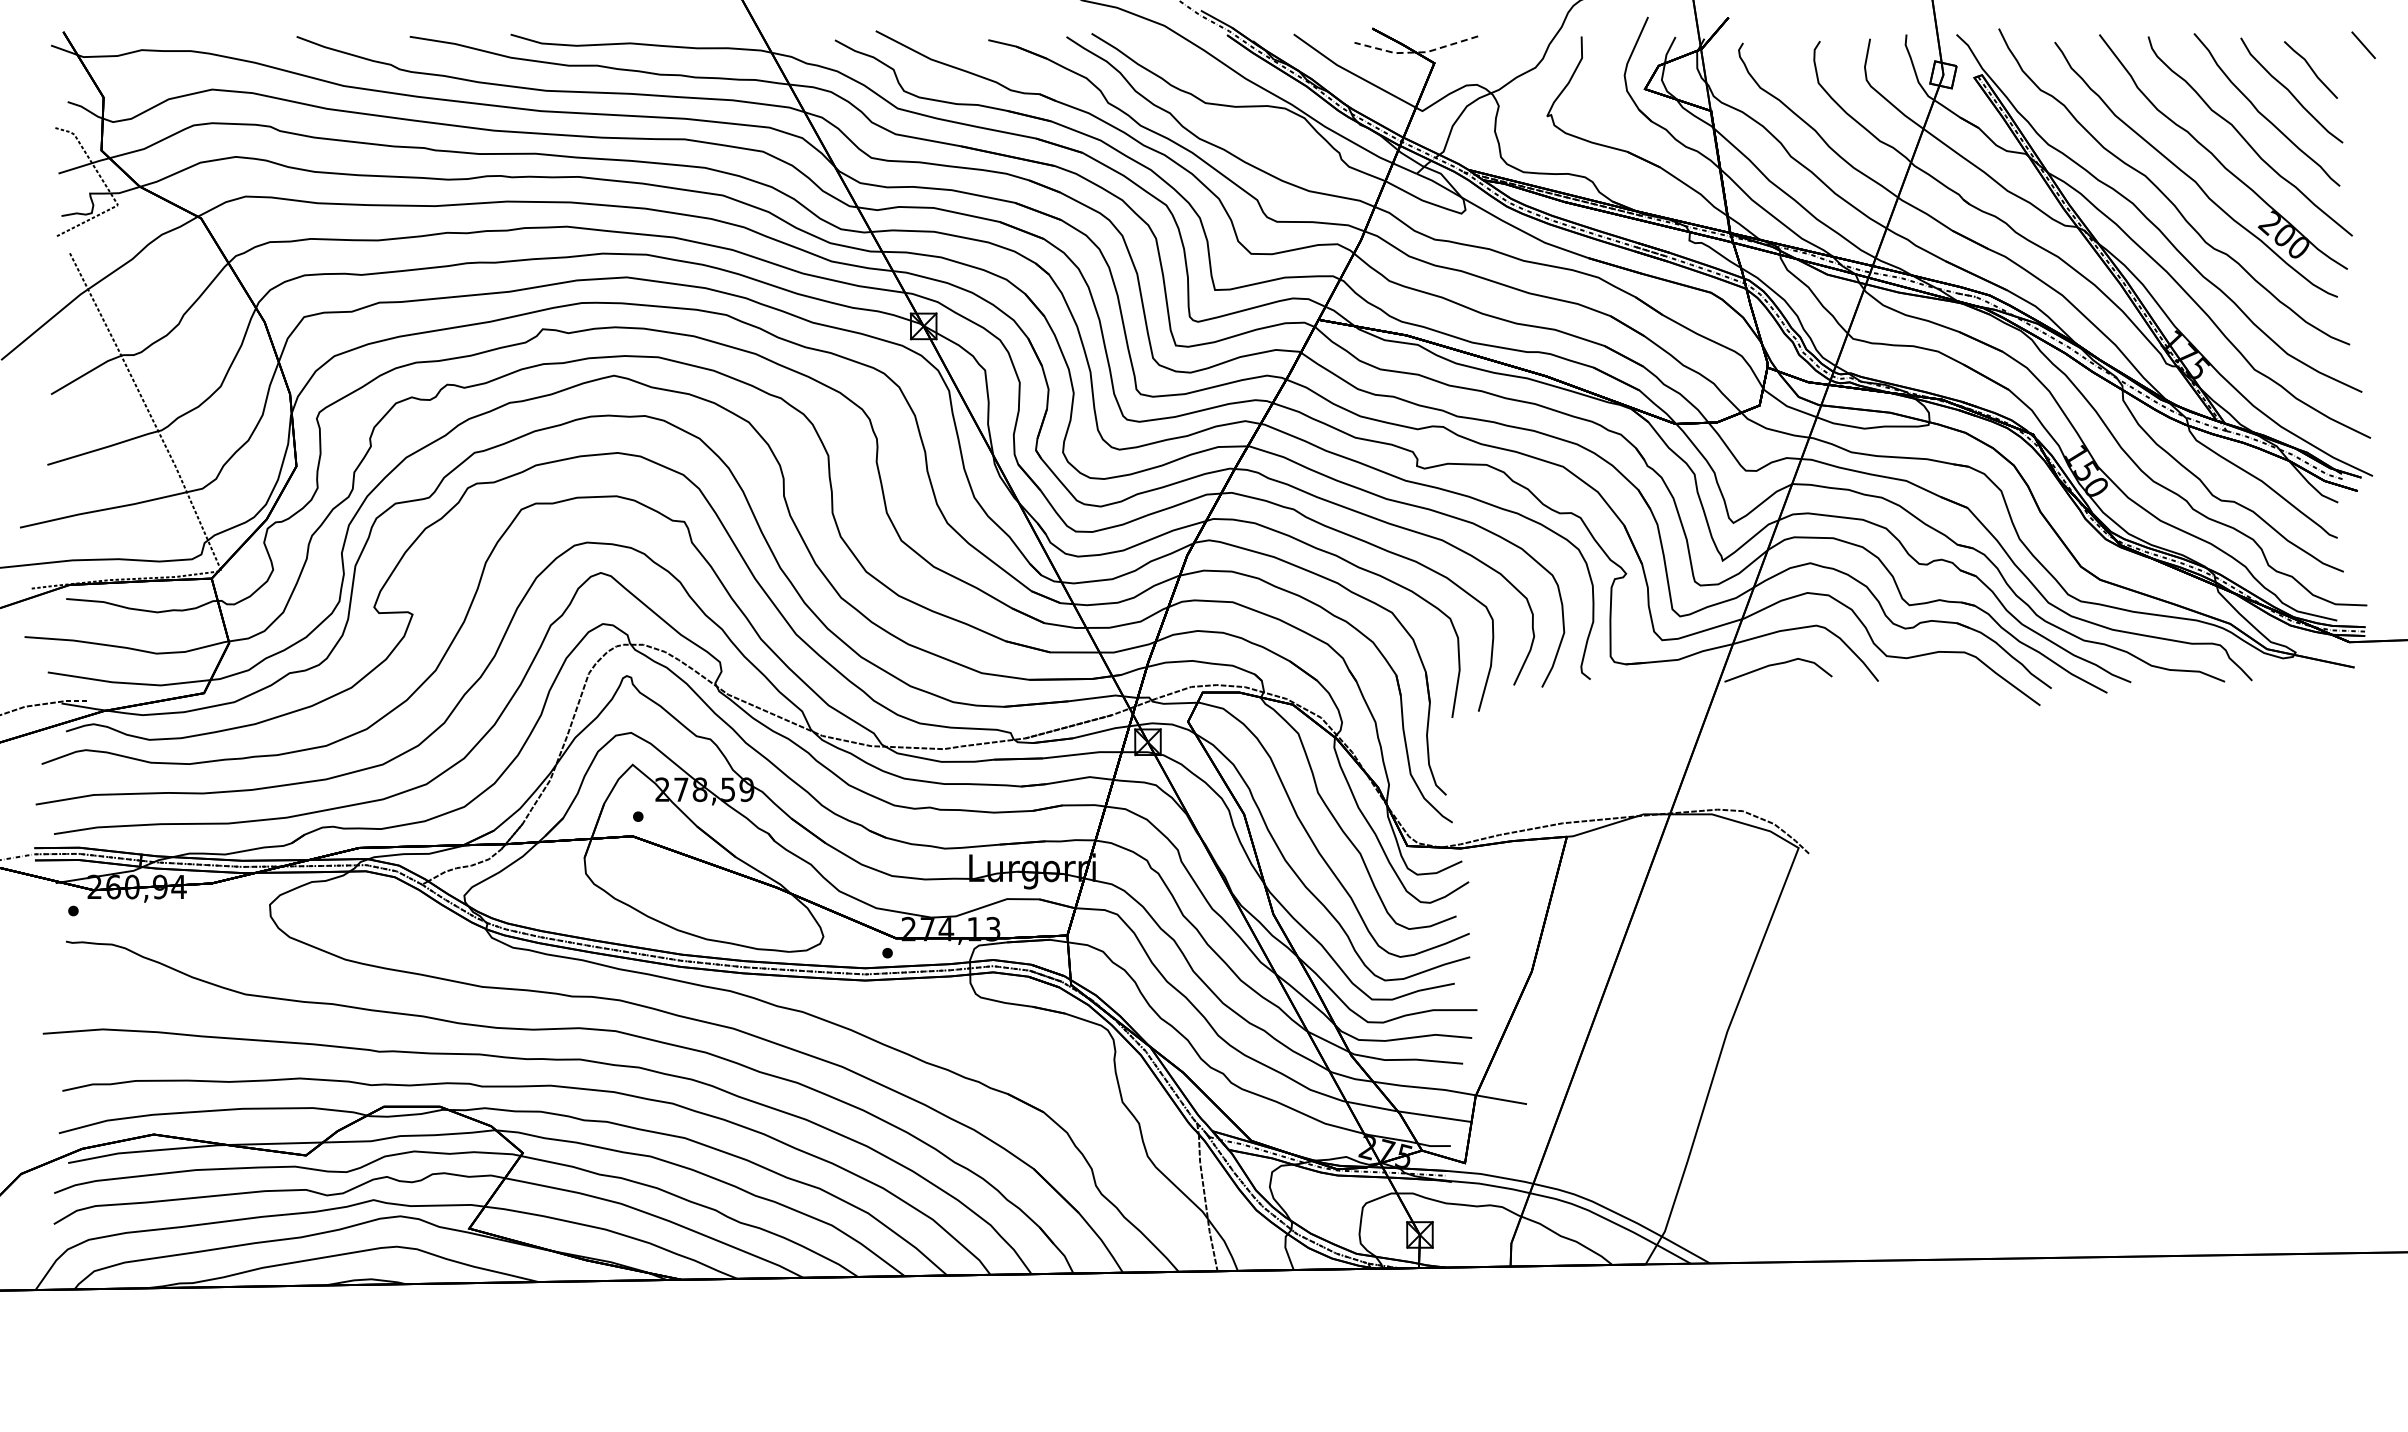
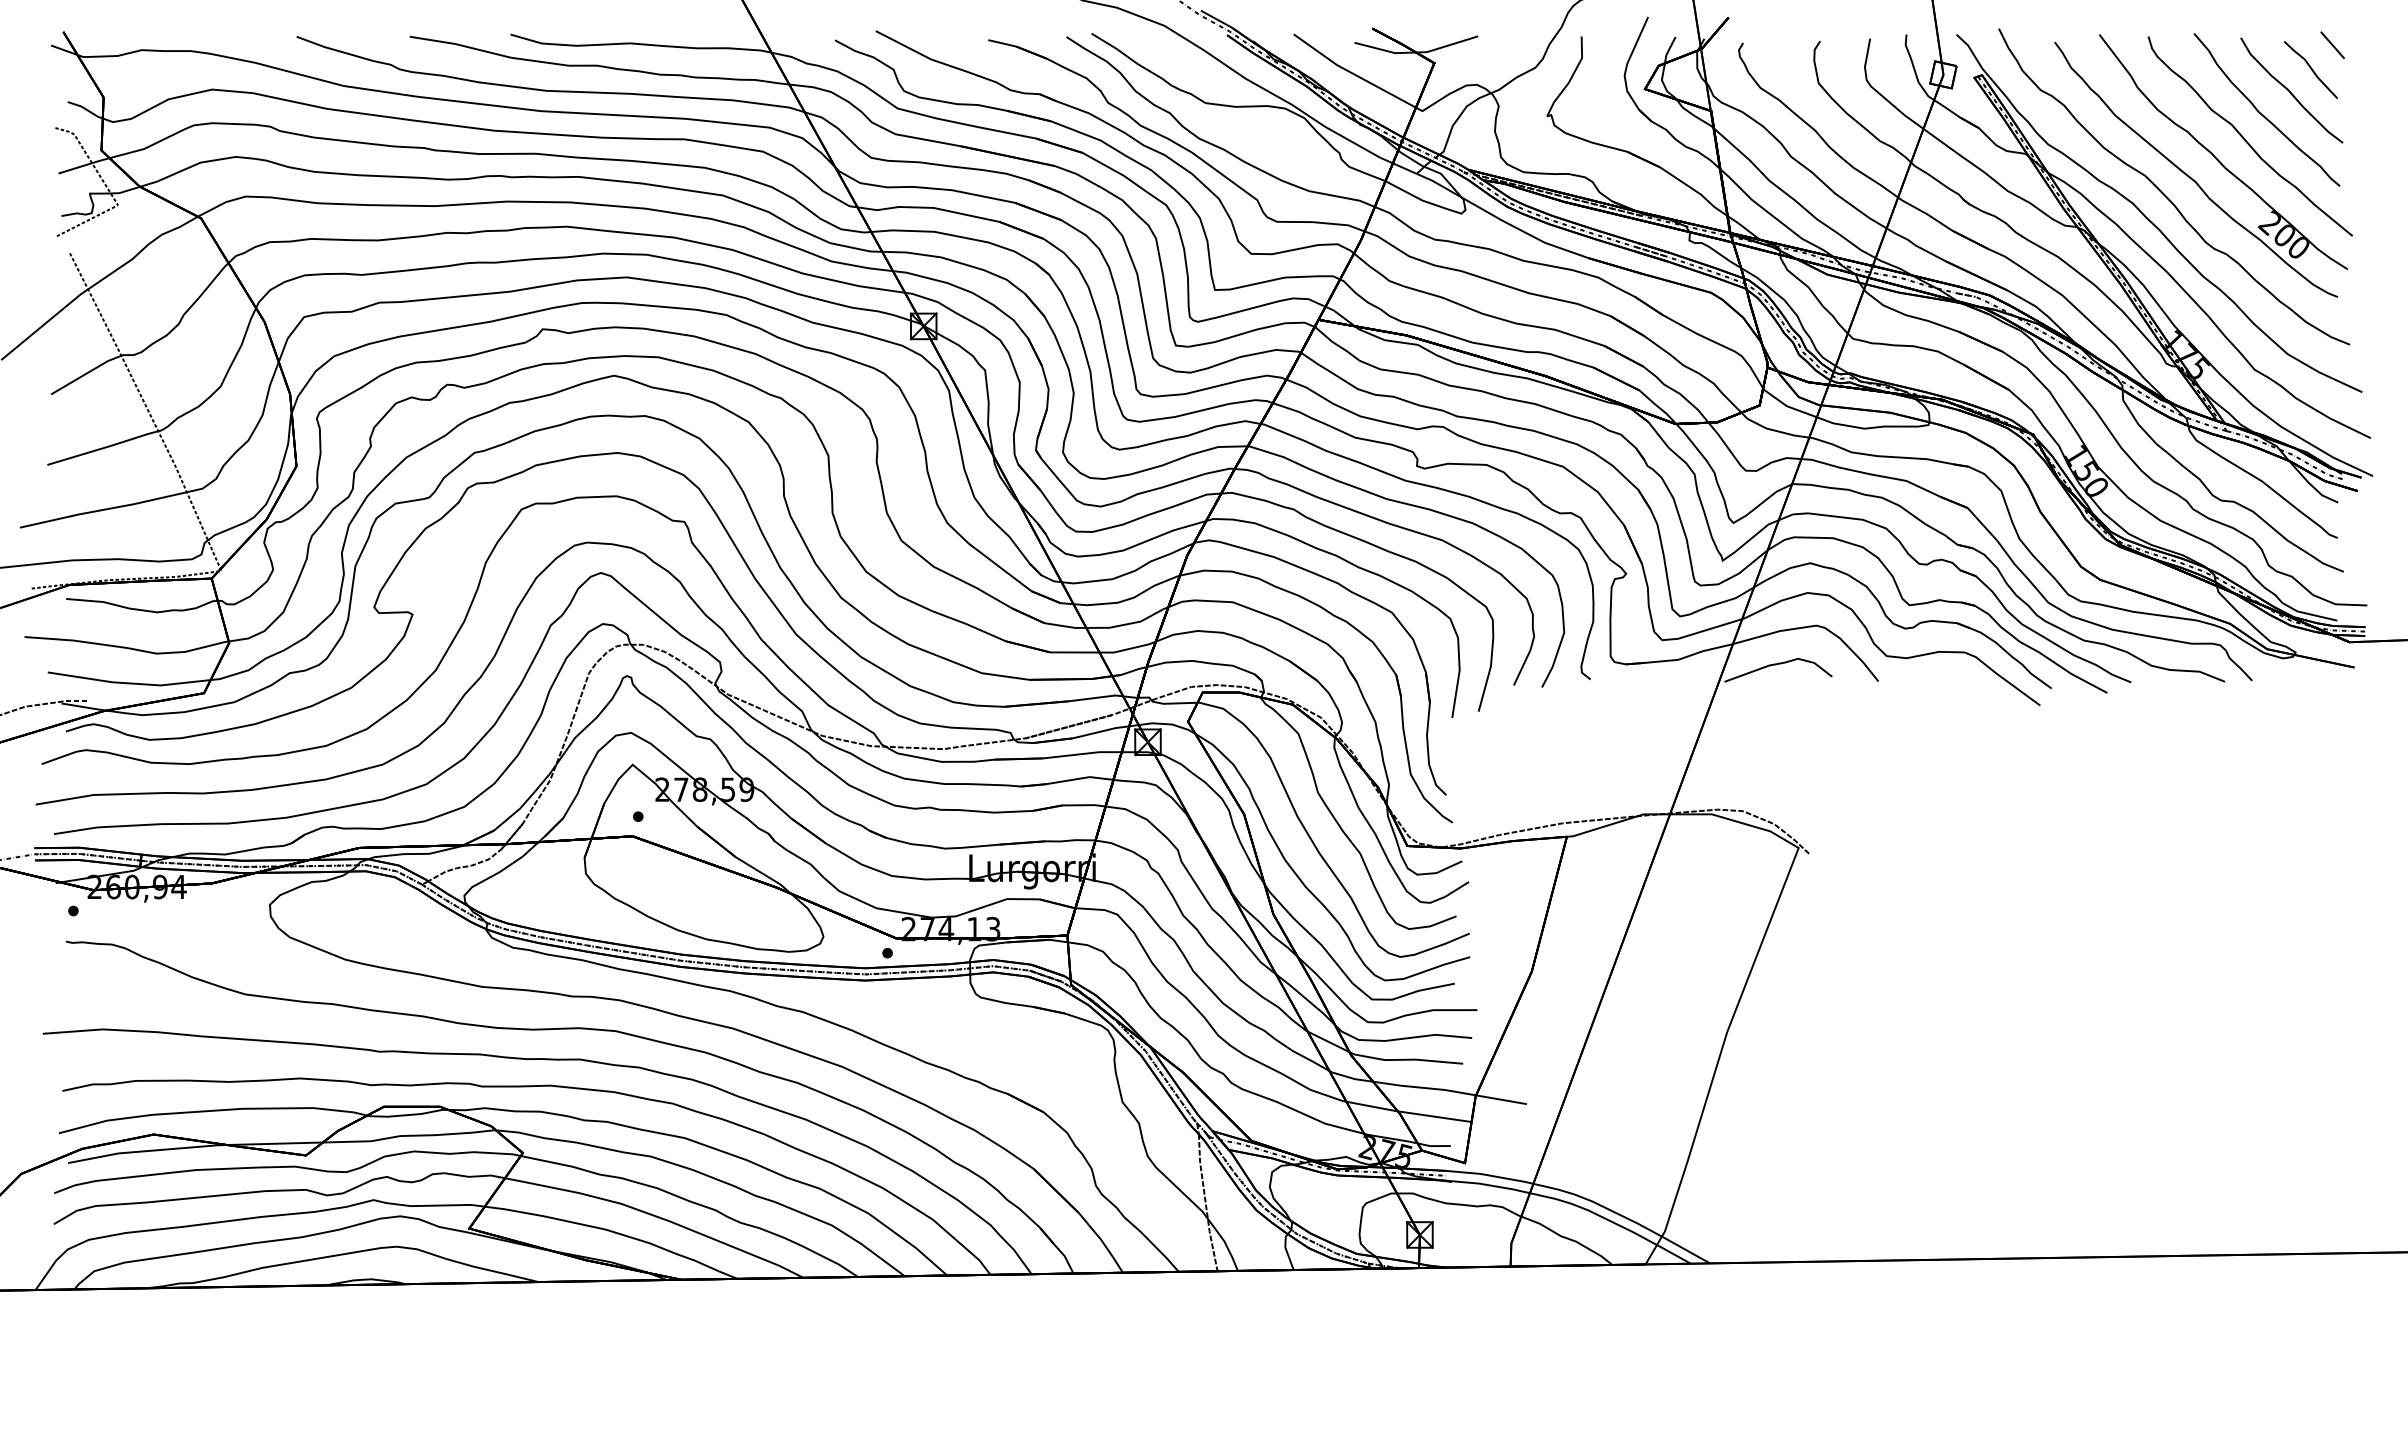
line at (2363, 45) position: (2363, 45) -> (2332, 45)
line at (1417, 52): dashed -> solid
